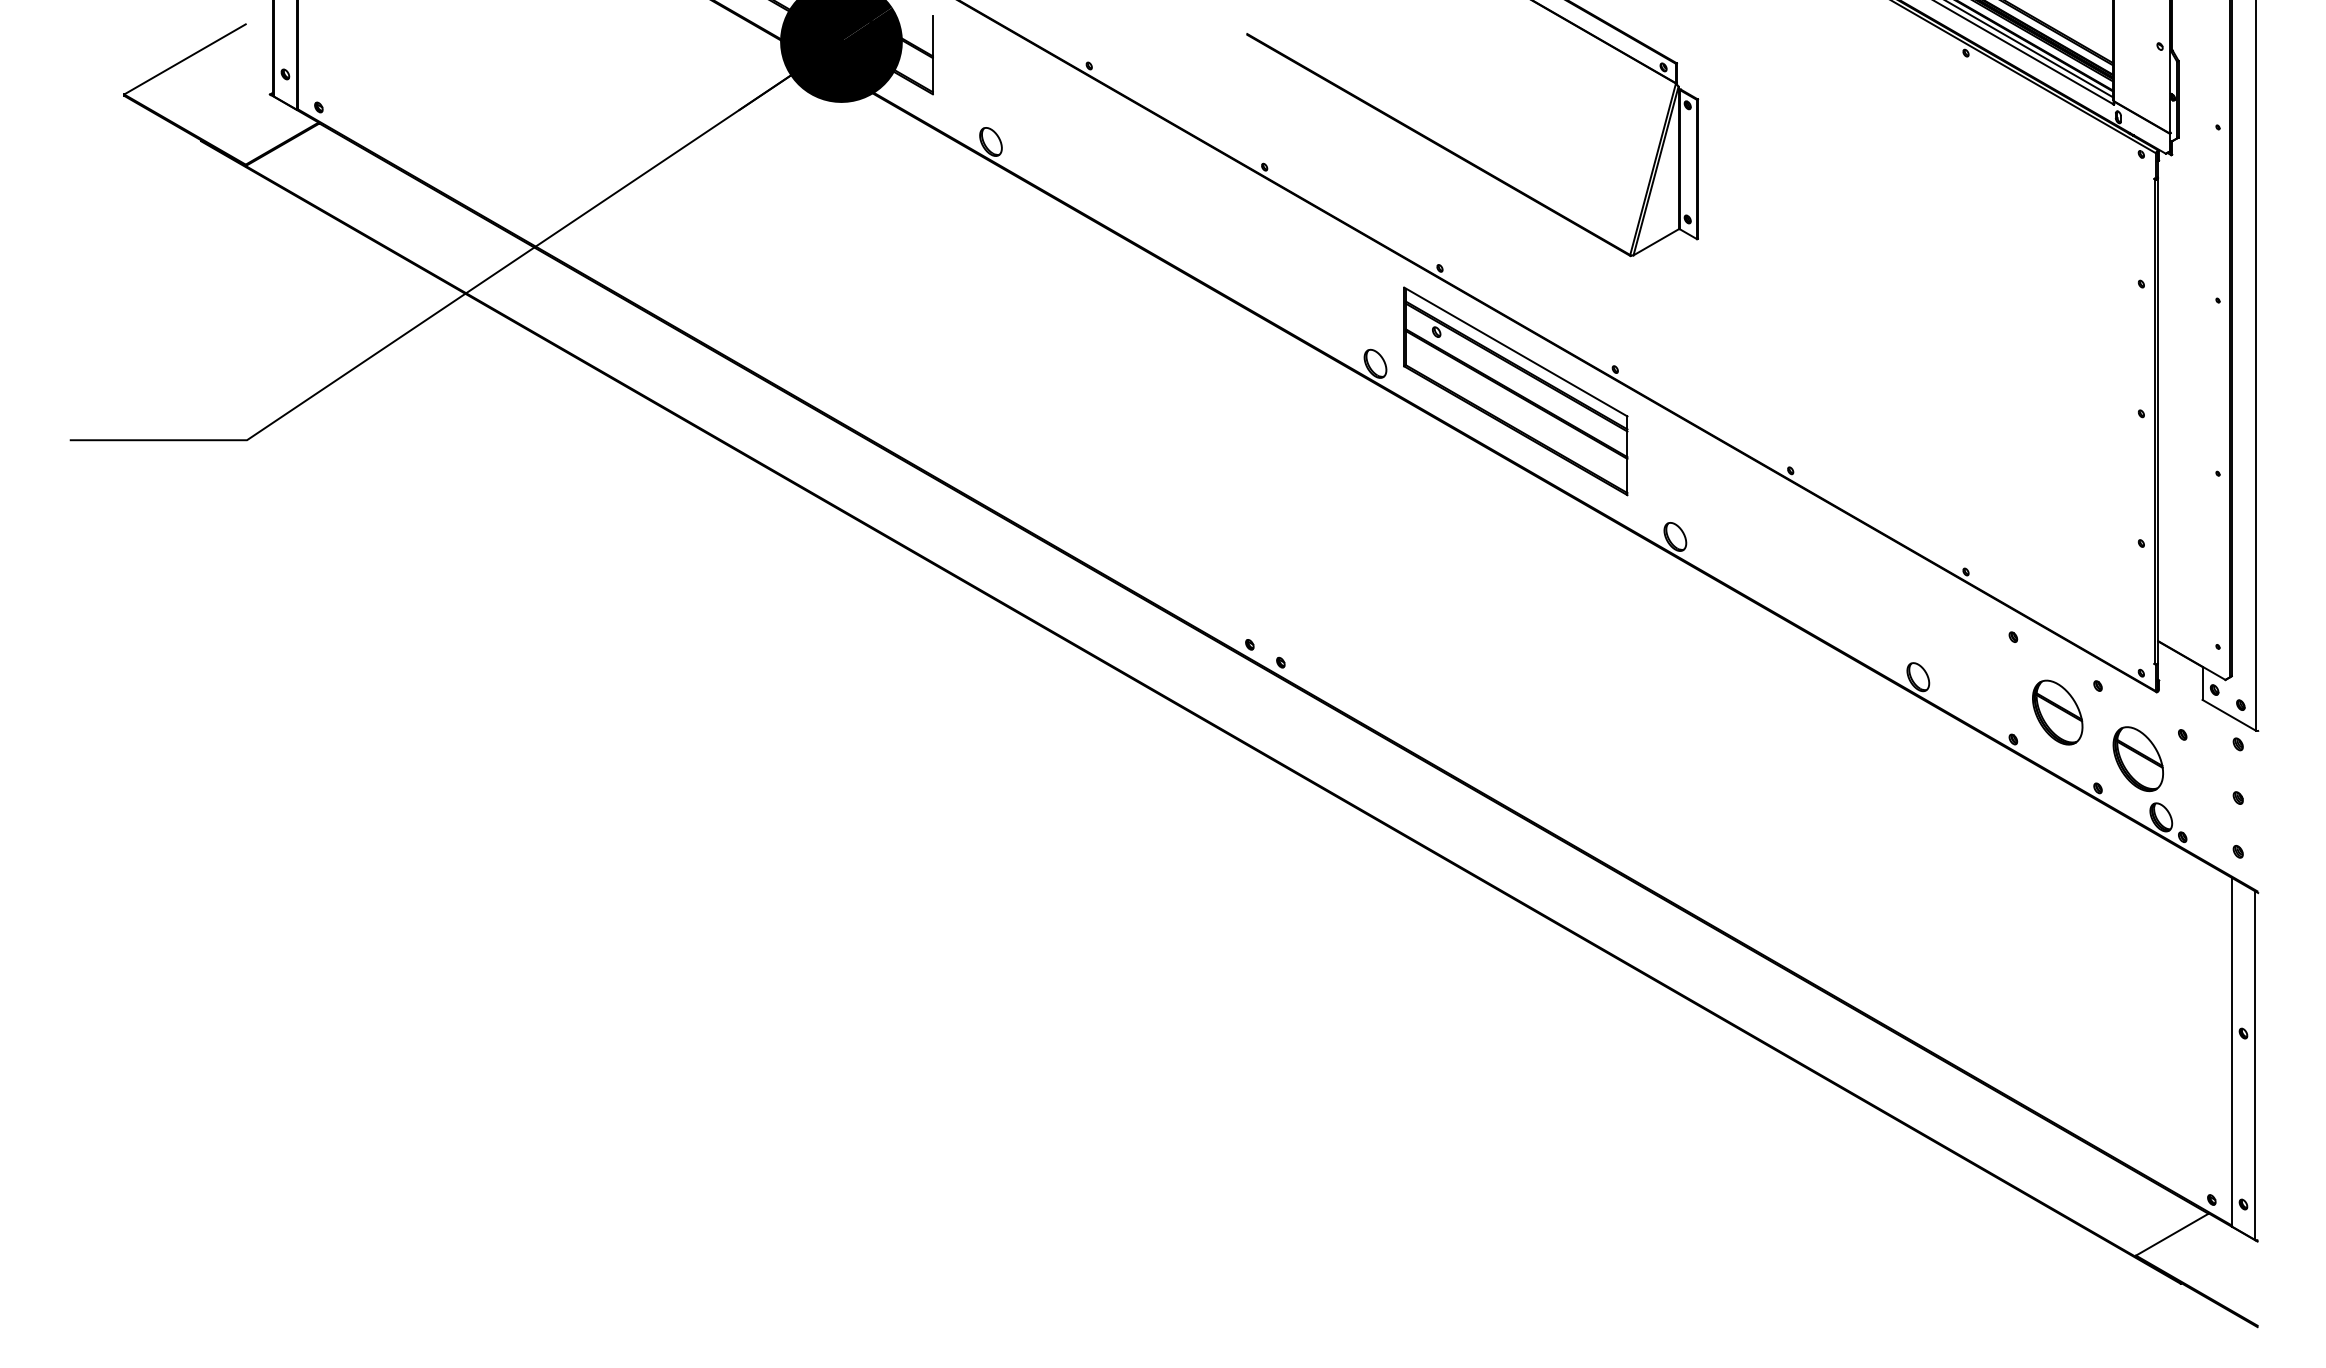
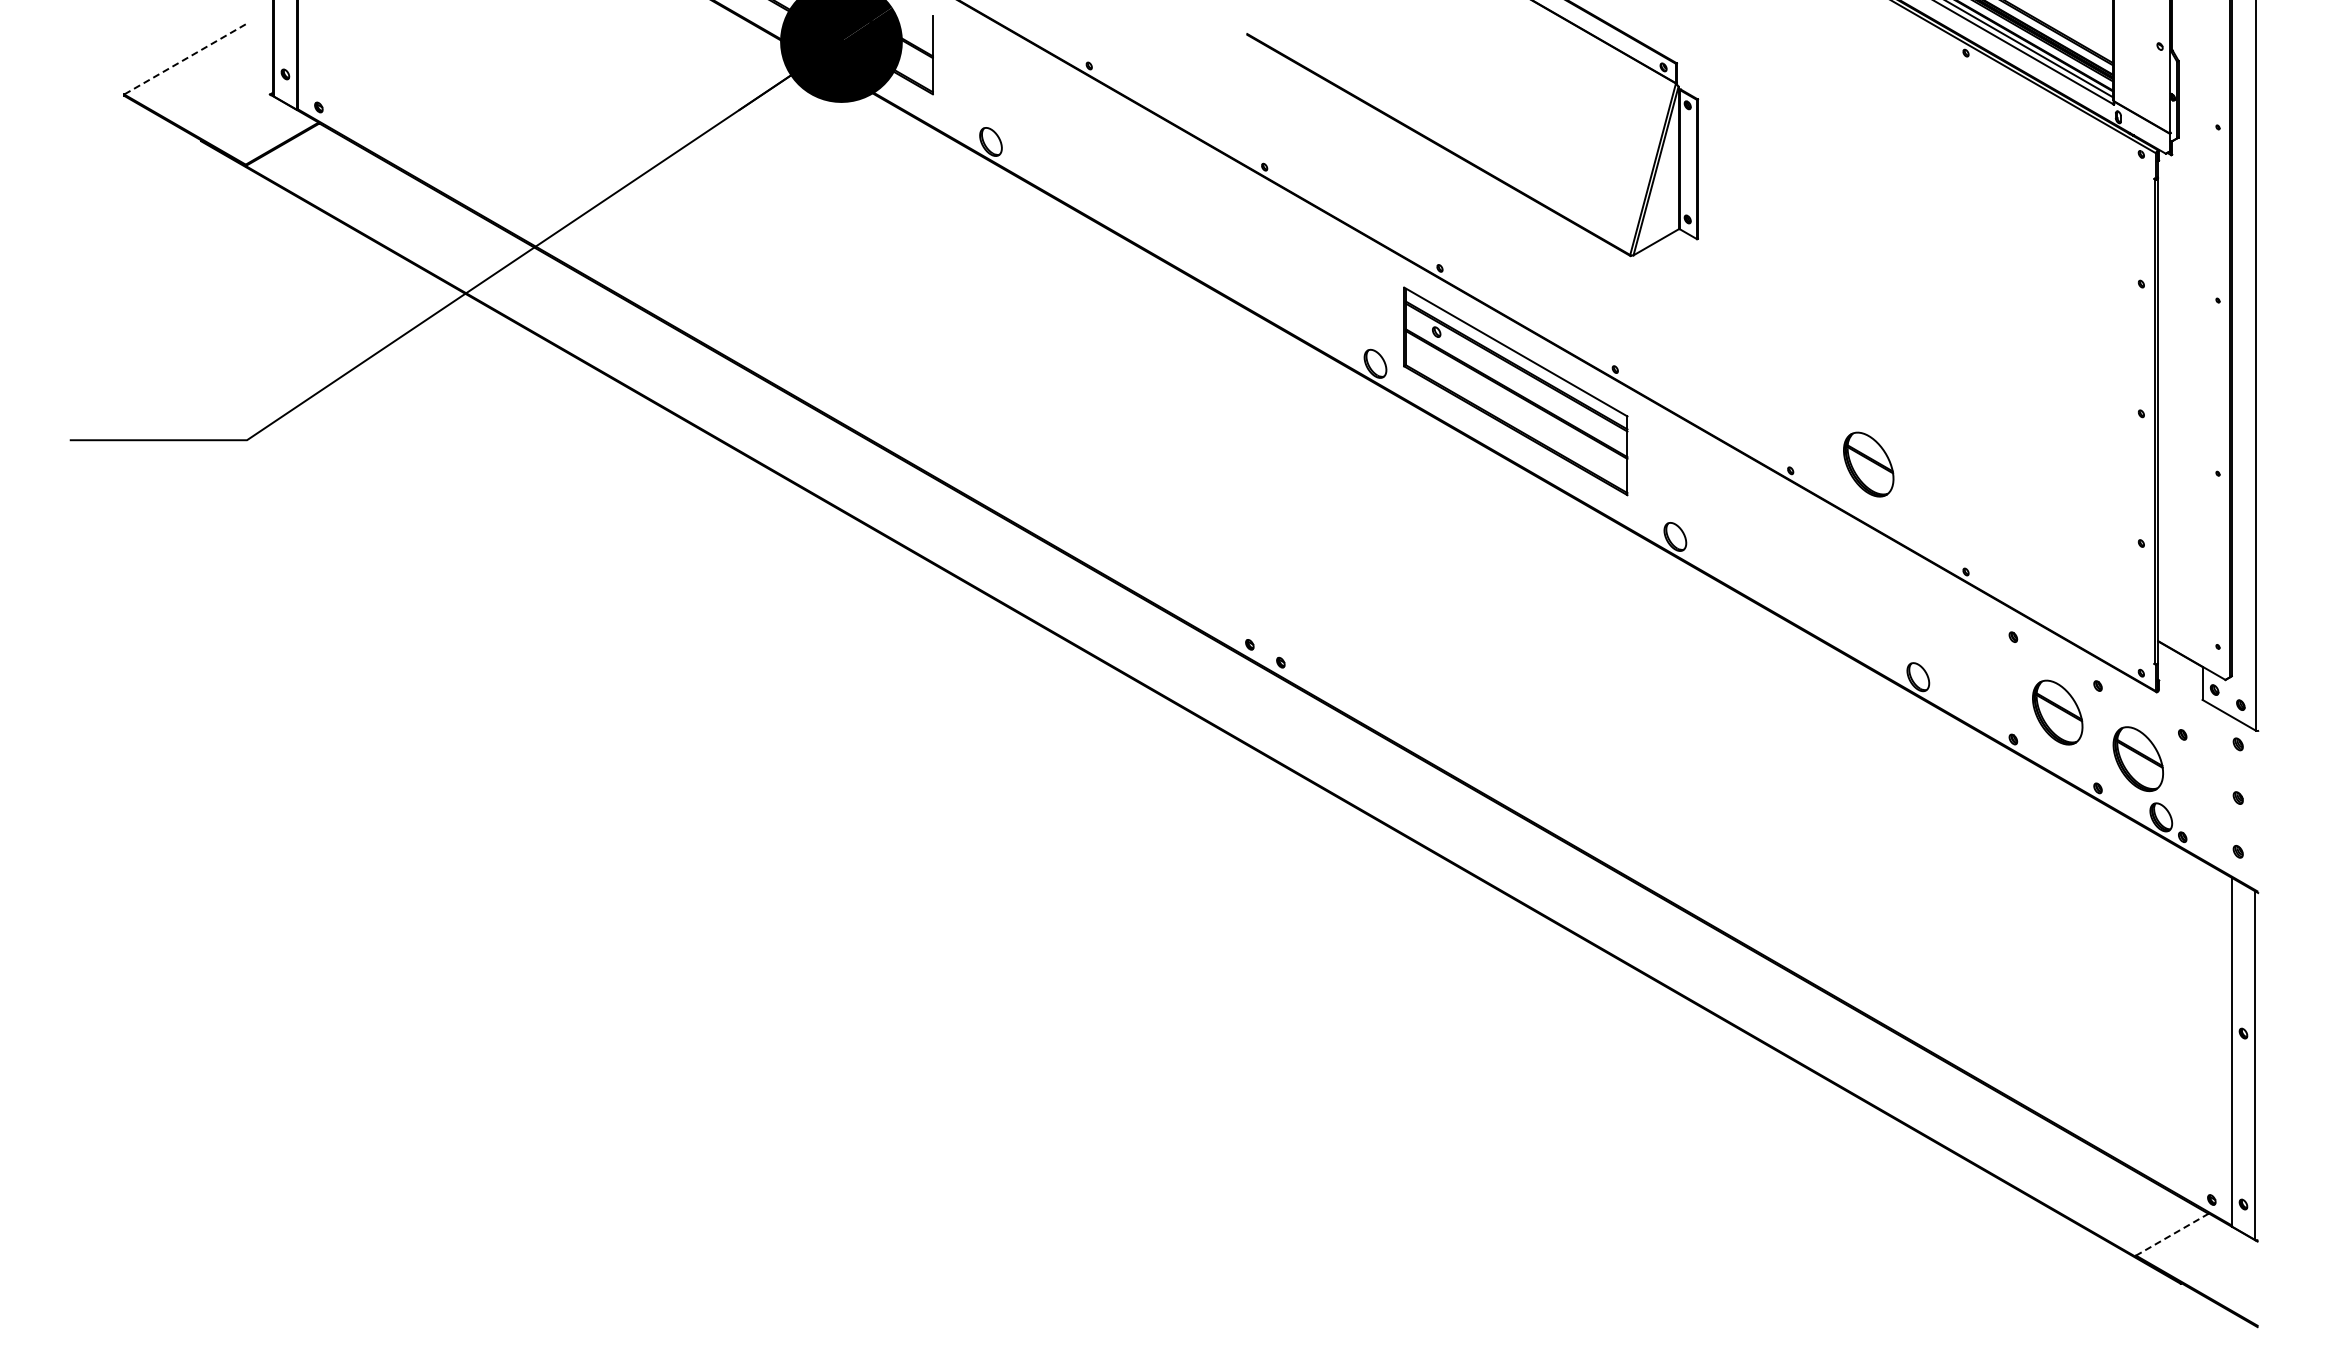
line at (184, 59): solid -> dashed
part at (1868, 464): none -> present
line at (2172, 1234): solid -> dashed
